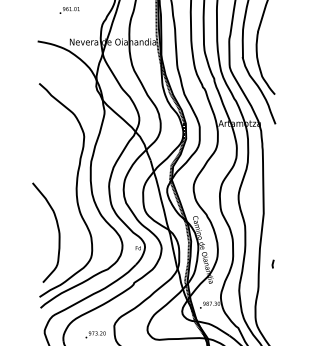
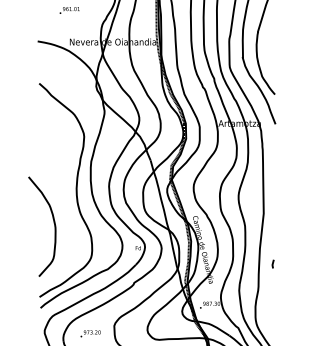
curve at (57, 229) position: (57, 229) -> (53, 223)
text at (95, 334) position: (95, 334) -> (90, 333)
